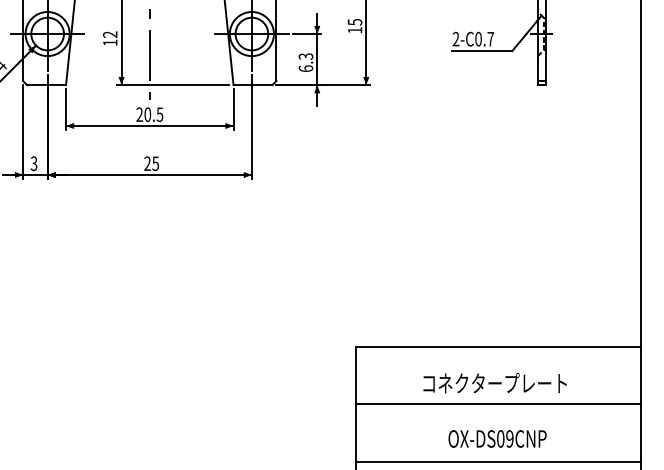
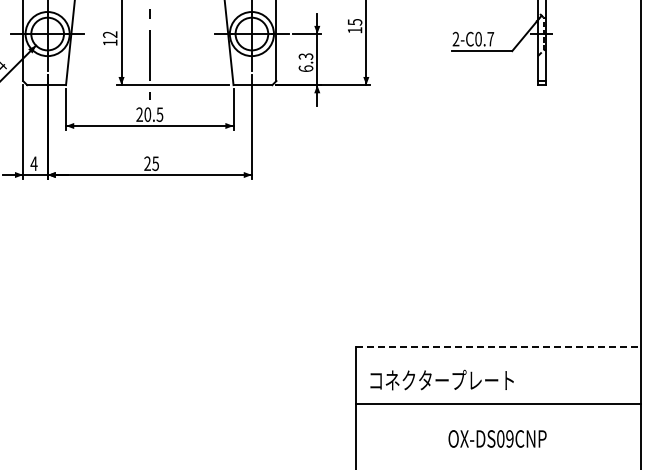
text at (33, 163): 3 -> 4
line at (498, 347): solid -> dashed
text at (494, 382) position: (494, 382) -> (441, 379)
line at (497, 461): present -> none
